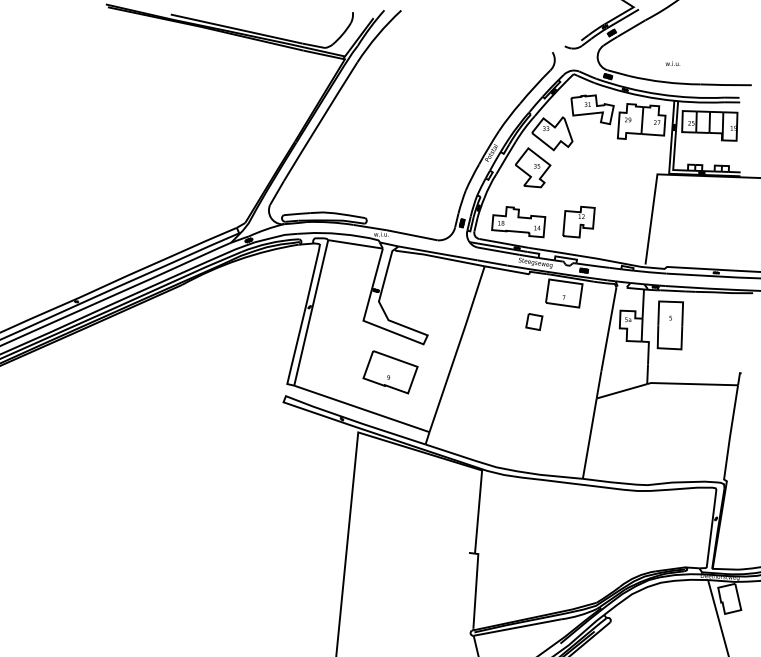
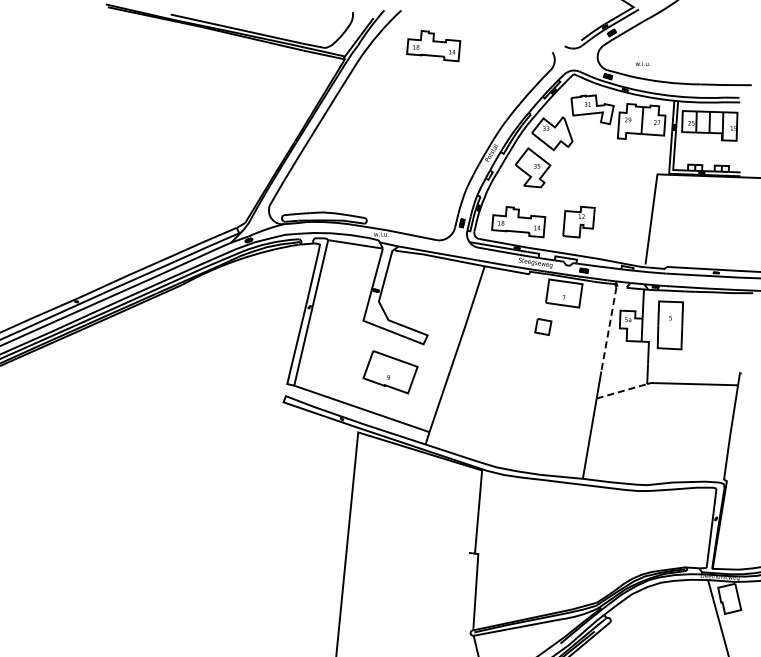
part at (433, 46): none -> present
text at (672, 63) position: (672, 63) -> (642, 63)
part at (534, 321) position: (534, 321) -> (543, 326)
line at (608, 329): solid -> dashed
line at (622, 391): solid -> dashed
